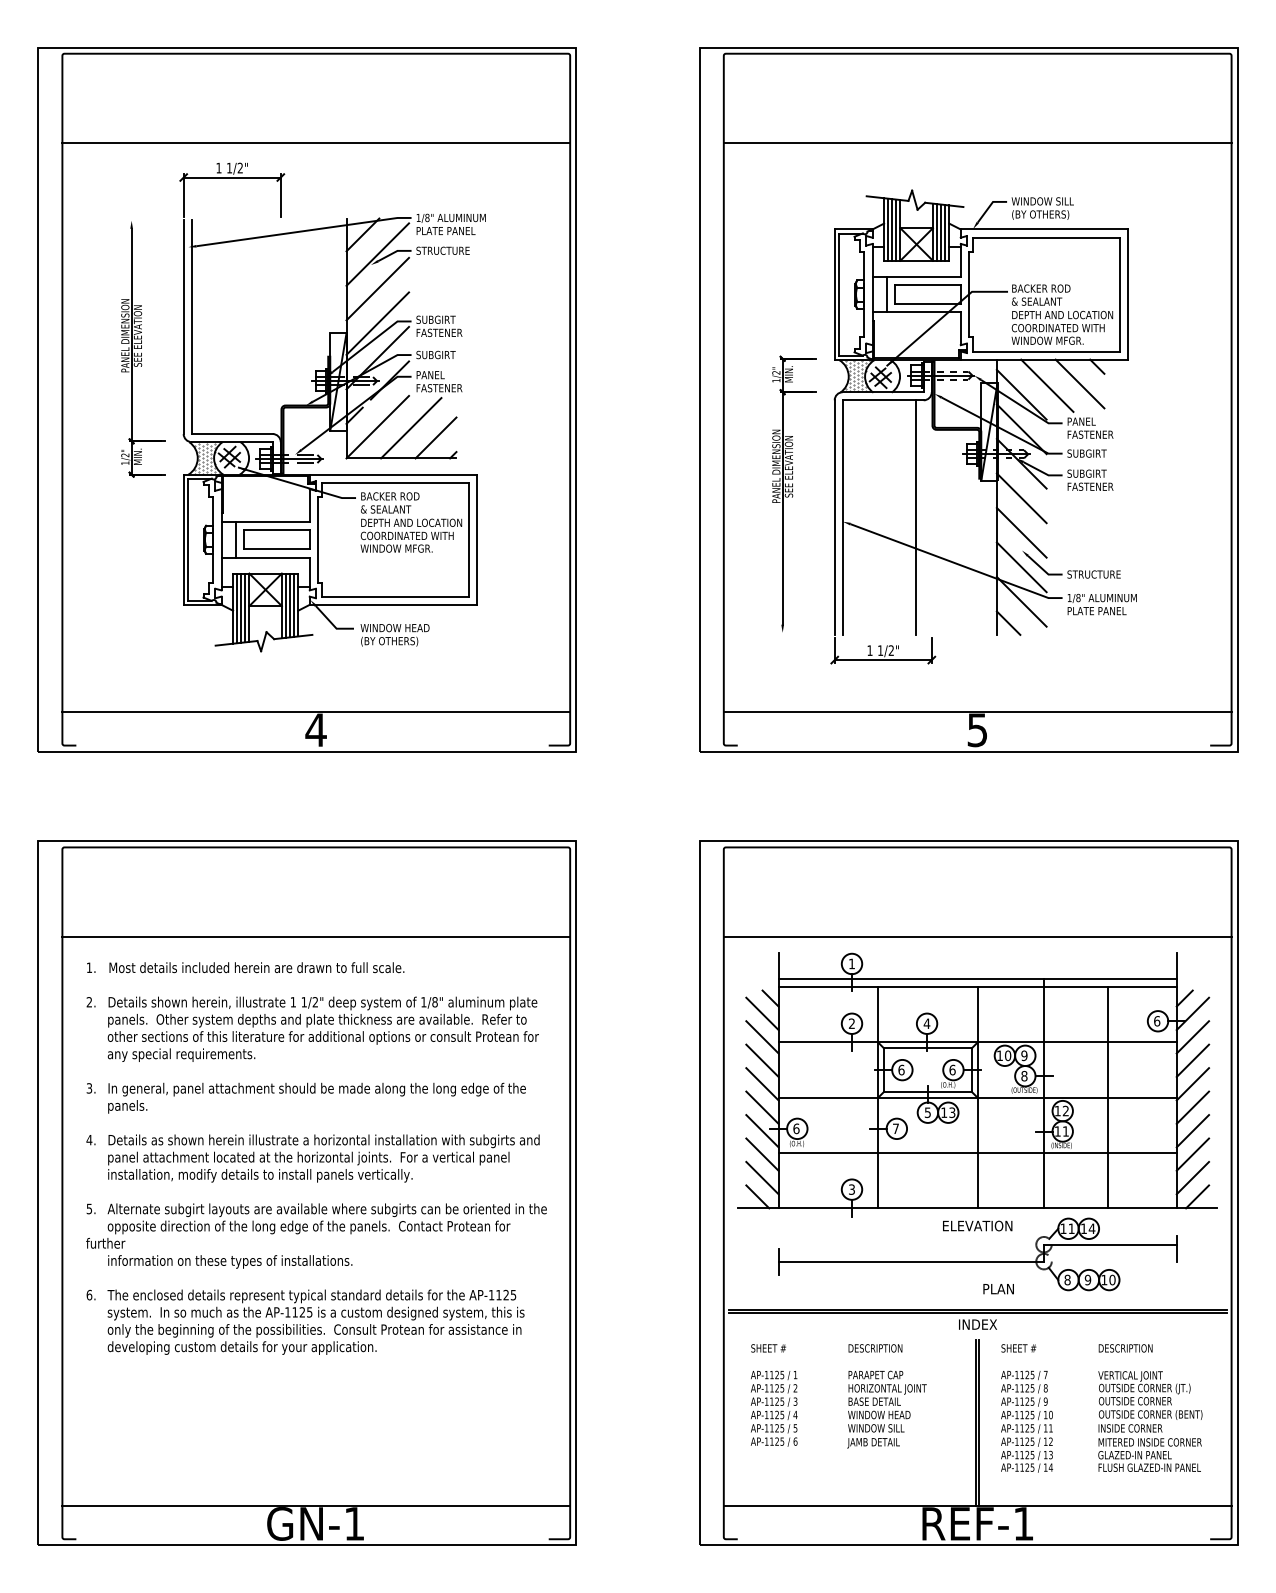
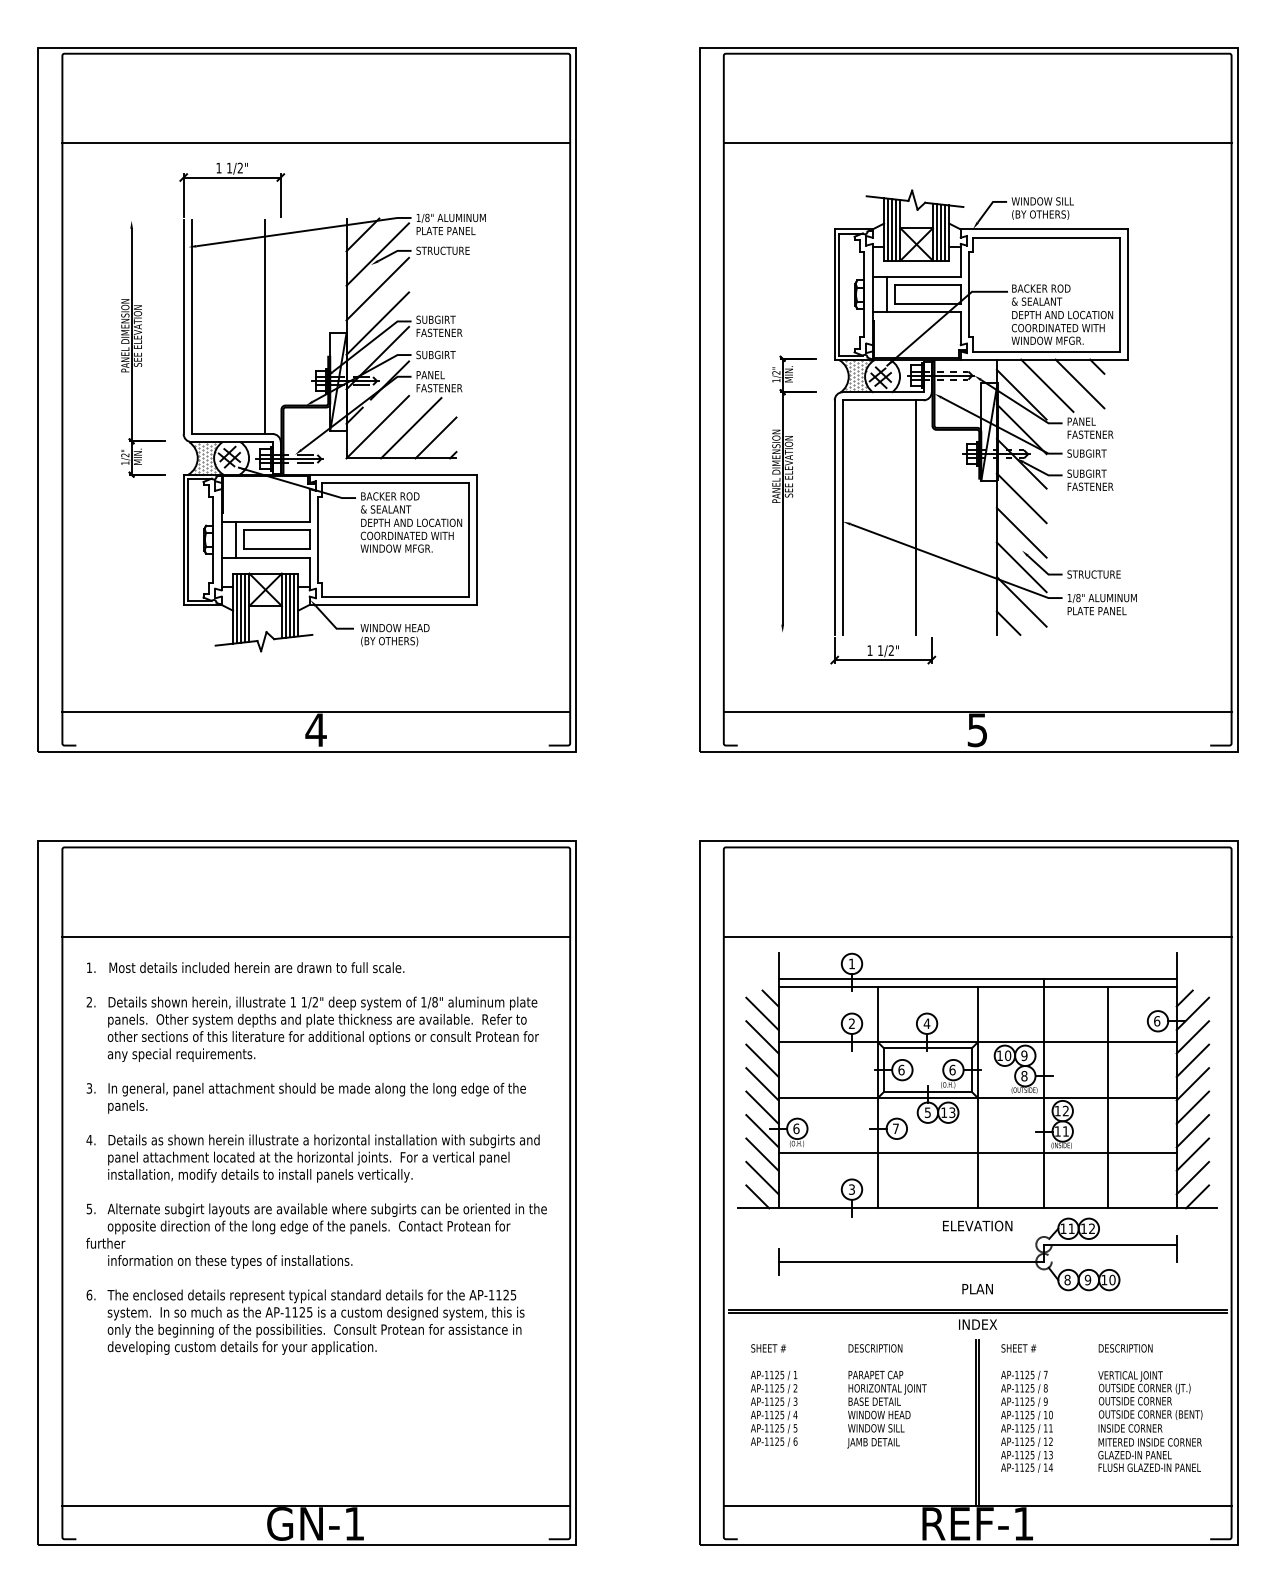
line at (264, 327): none -> present
text at (1091, 1228): 14 -> 12
text at (998, 1289) position: (998, 1289) -> (977, 1289)
